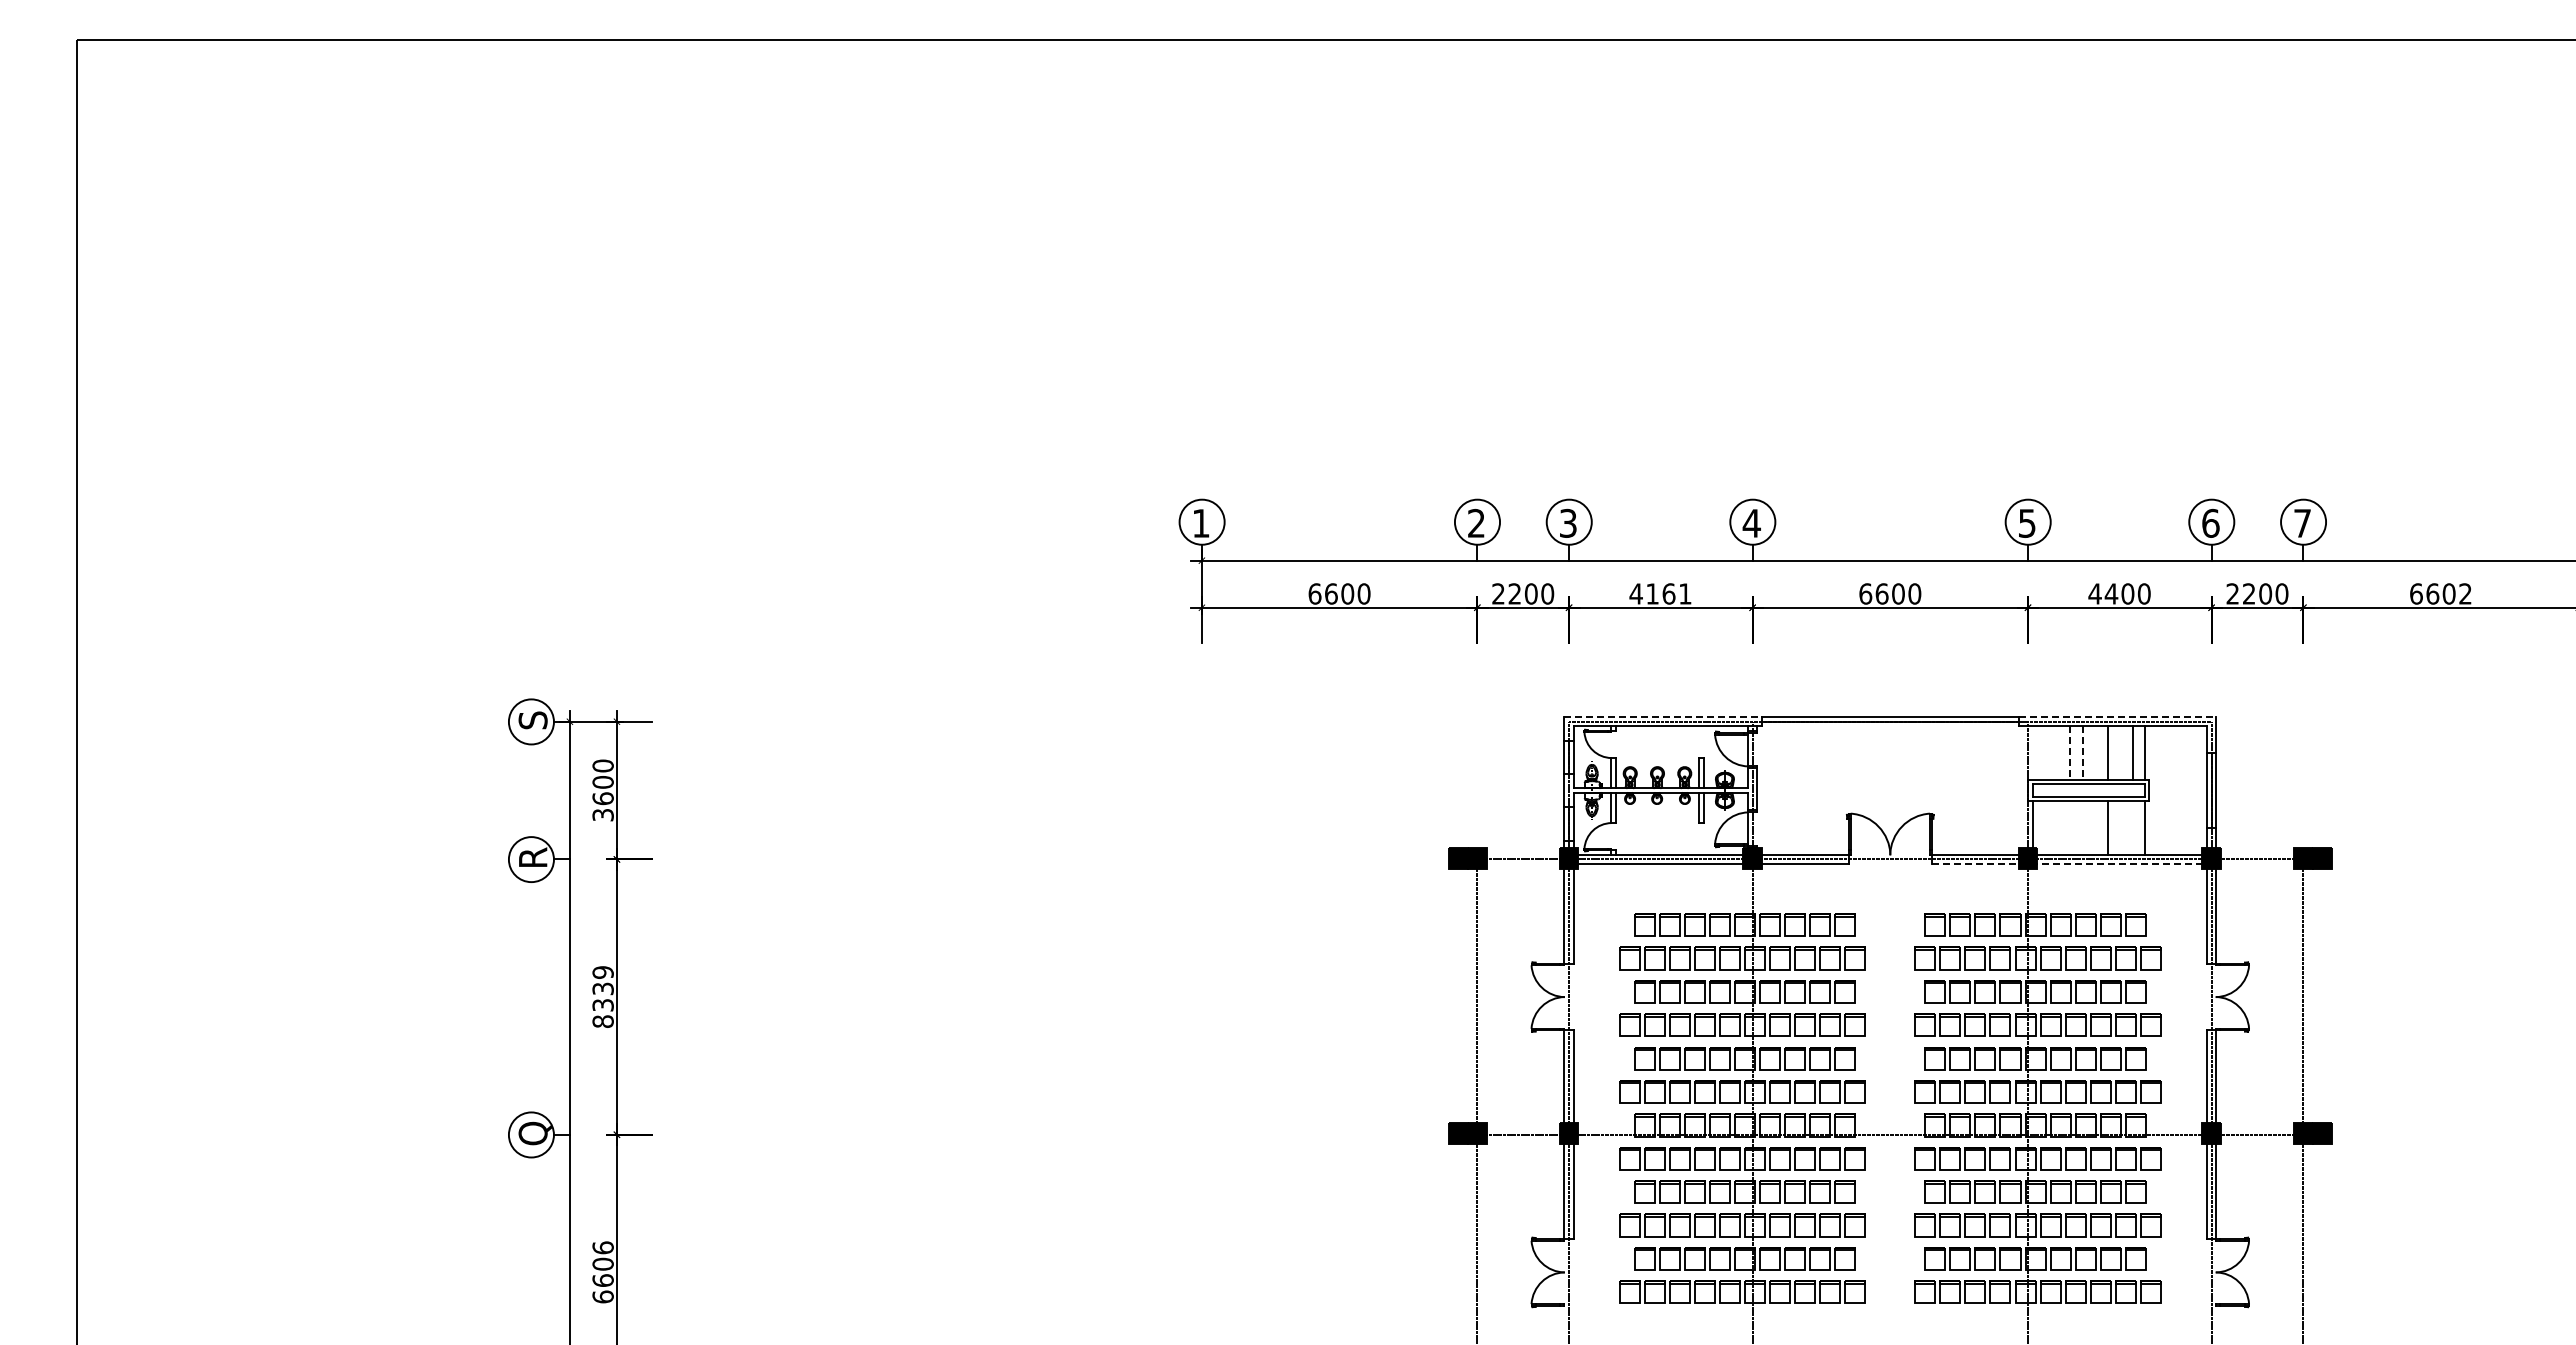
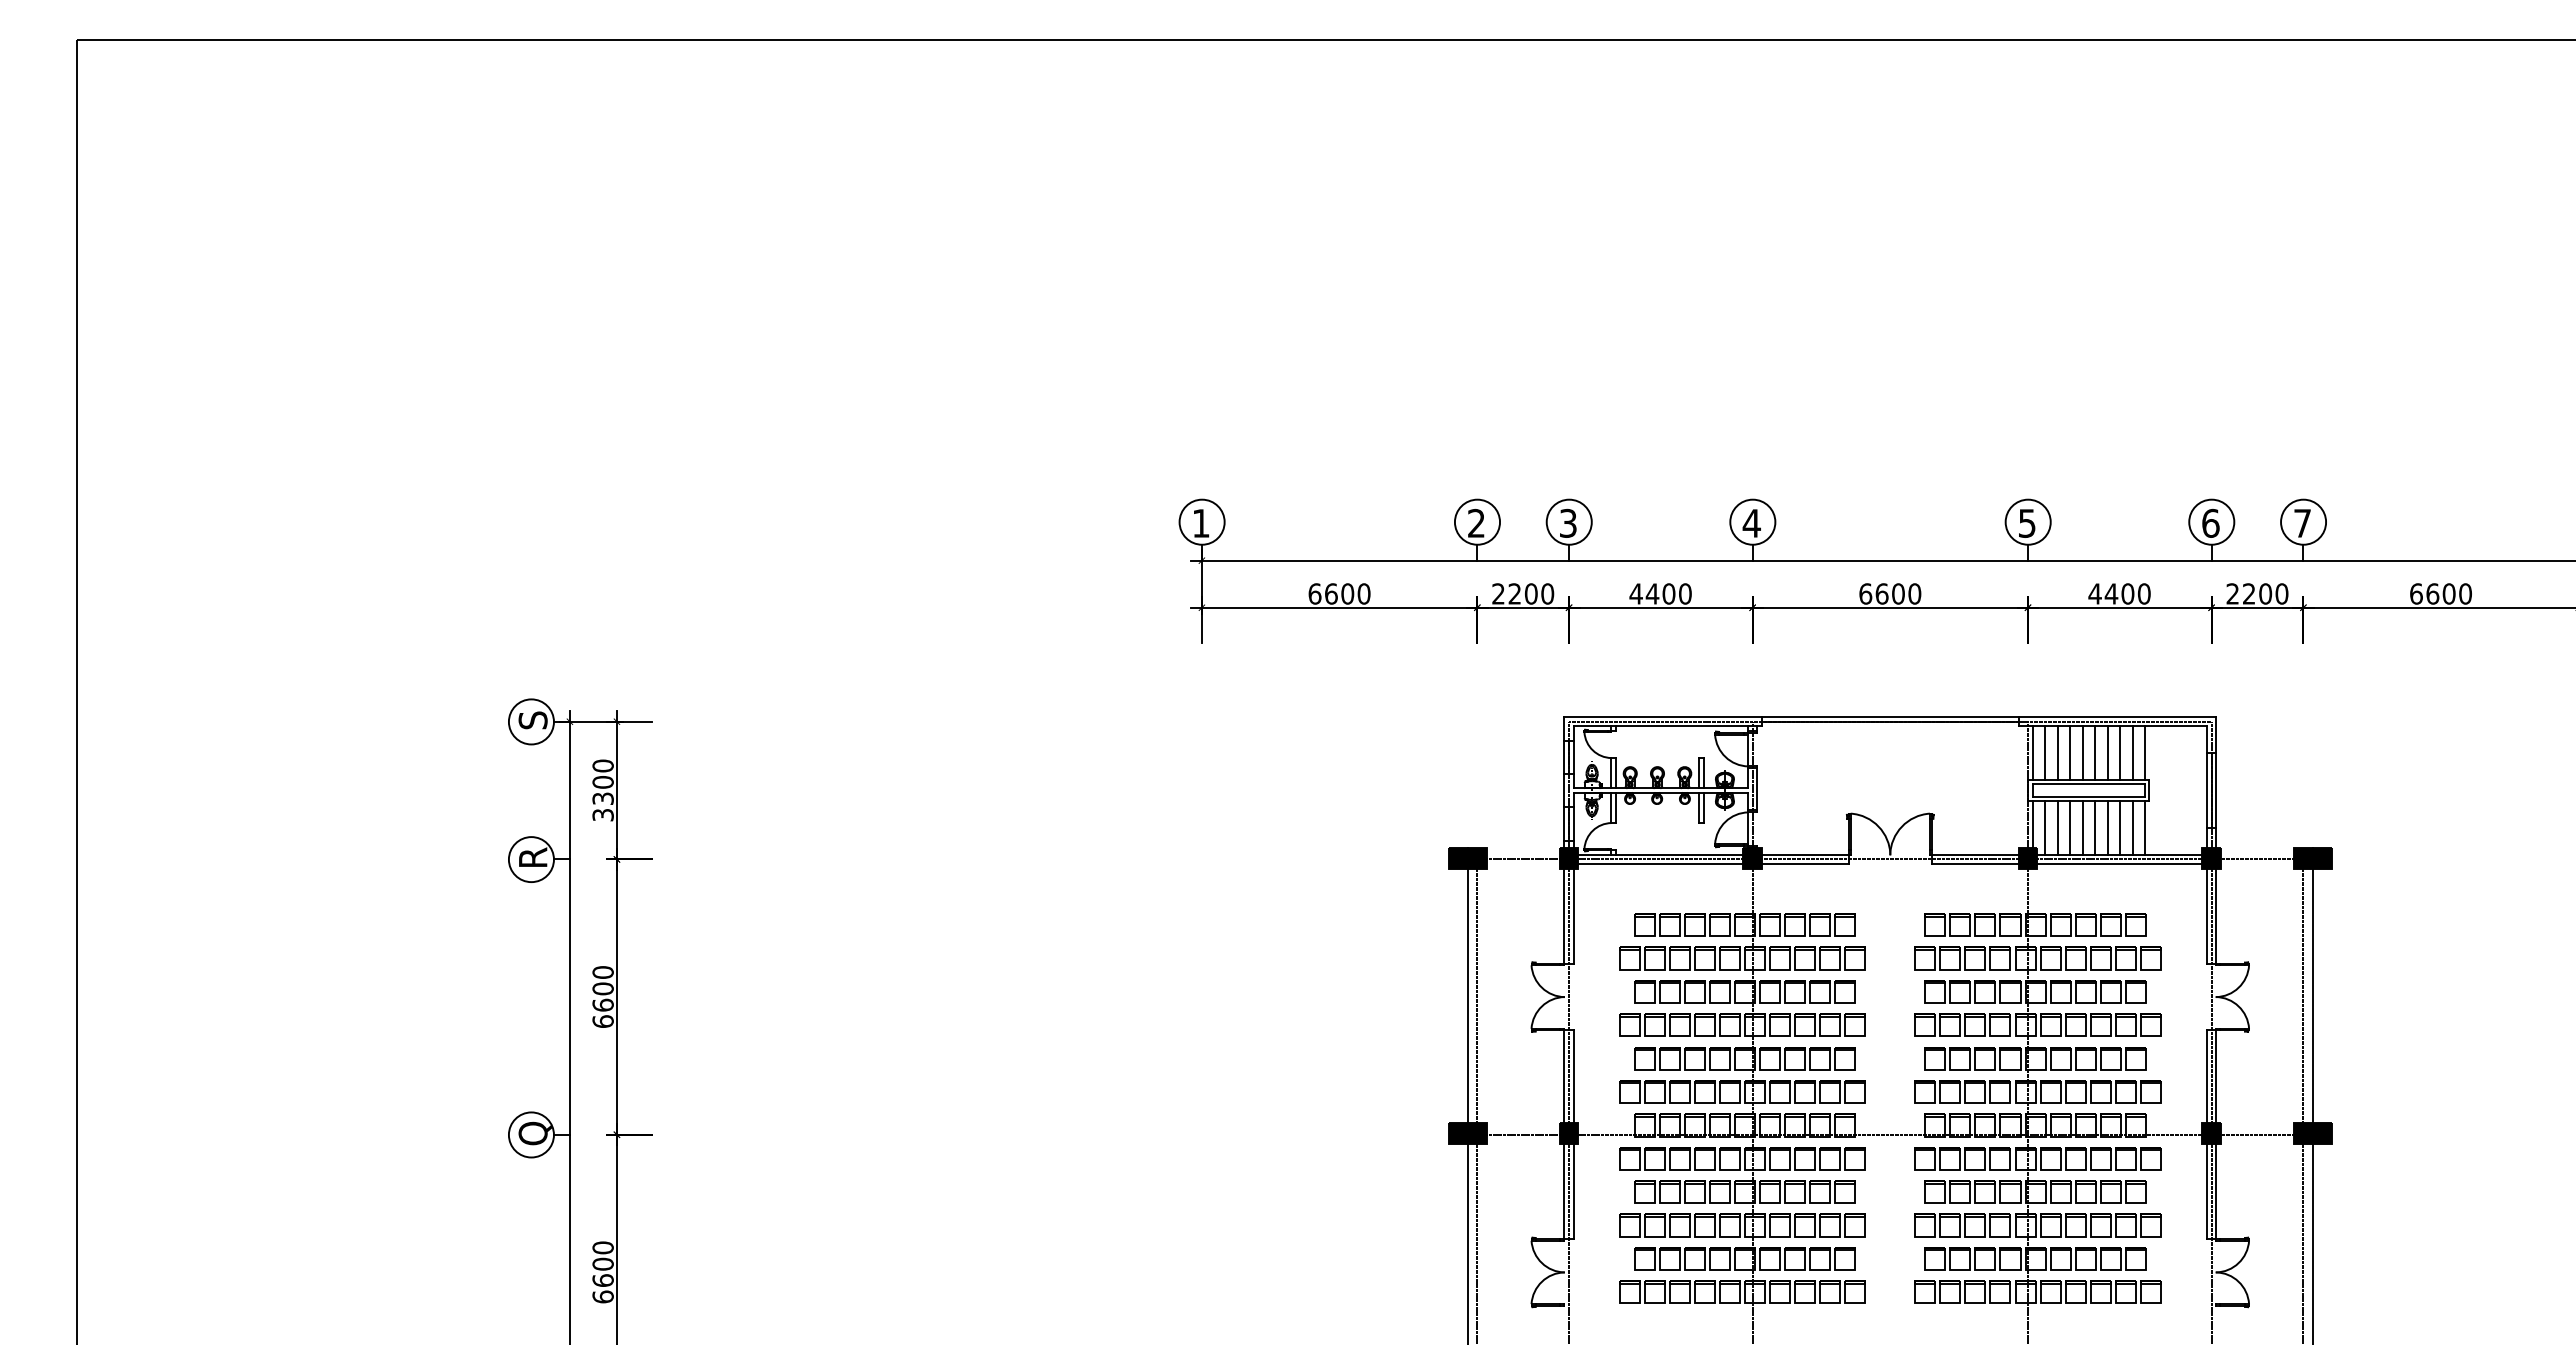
text at (1668, 593): 4161 -> 4400
text at (2465, 593): 6602 -> 6600
line at (1663, 717): dashed -> solid
line at (2117, 717): dashed -> solid
line at (2032, 753): none -> present
line at (2045, 753): none -> present
line at (2057, 753): none -> present
line at (2070, 753): dashed -> solid
line at (2082, 753): dashed -> solid
line at (2095, 753): none -> present
line at (2120, 753): none -> present
text at (602, 798): 3600 -> 3300
line at (2045, 827): none -> present
line at (2057, 827): none -> present
line at (2070, 827): none -> present
line at (2082, 827): none -> present
line at (2095, 827): none -> present
line at (2120, 827): none -> present
line at (2132, 827): none -> present
line at (2071, 863): dashed -> solid
text at (602, 996): 8339 -> 6600
line at (1467, 1094): none -> present
line at (2312, 1094): none -> present
text at (602, 1247): 6606 -> 6600
